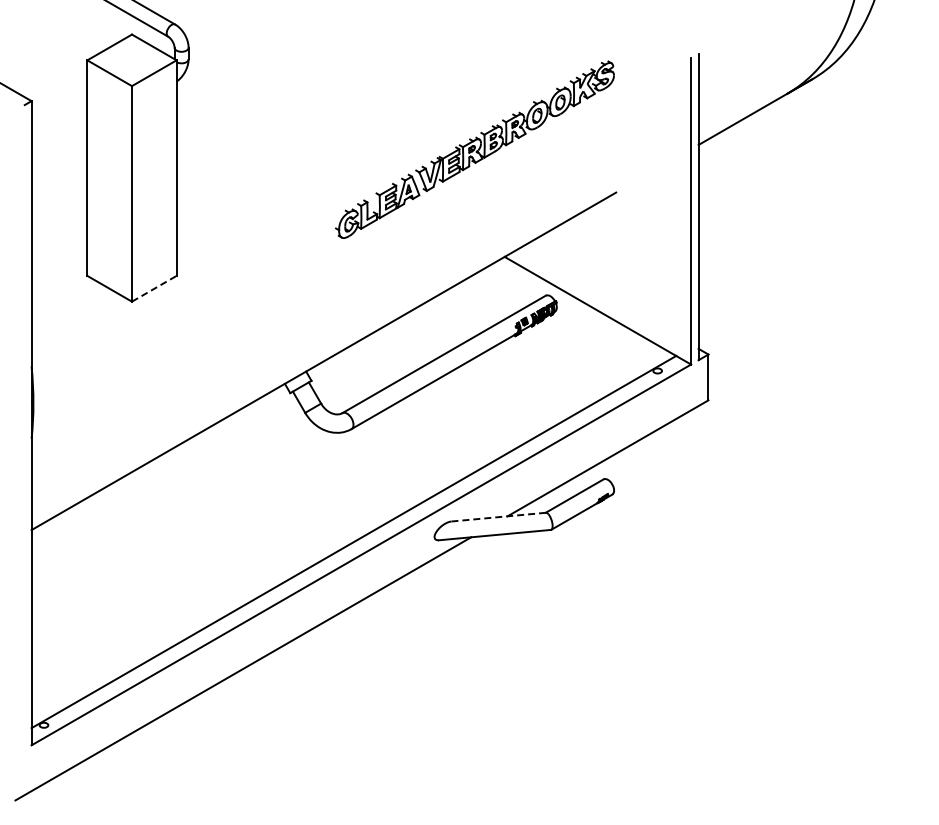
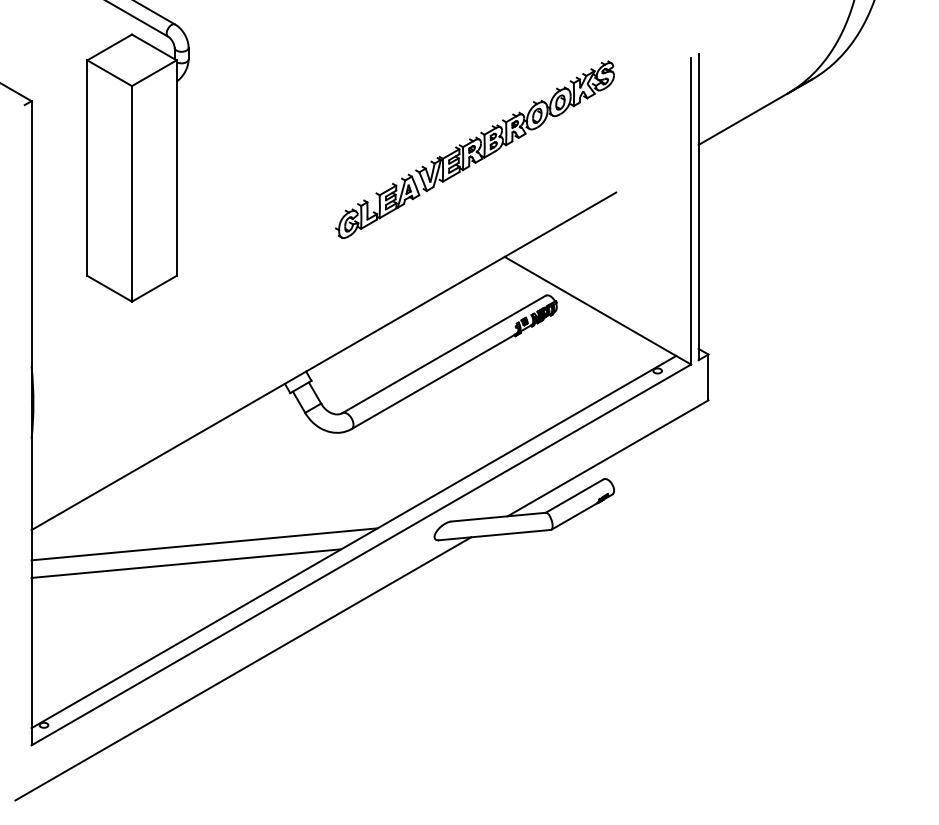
line at (154, 288): dashed -> solid
line at (498, 517): dashed -> solid
line at (204, 544): none -> present
line at (186, 563): none -> present
